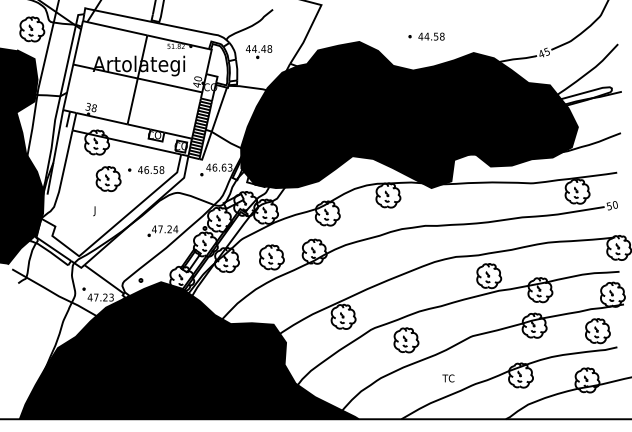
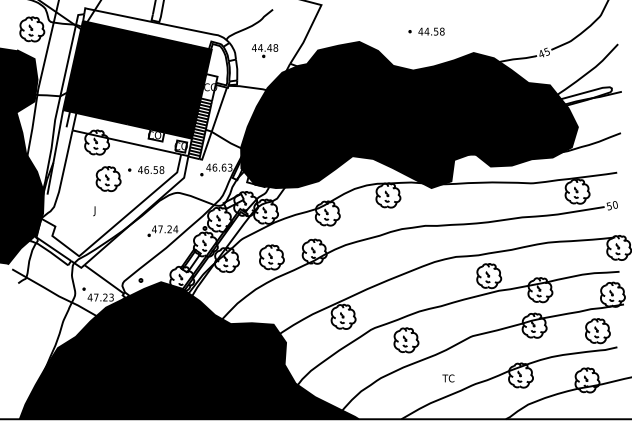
part at (426, 36) position: (426, 36) -> (426, 31)
part at (259, 51) position: (259, 51) -> (265, 50)
fill at (137, 79): none -> present
